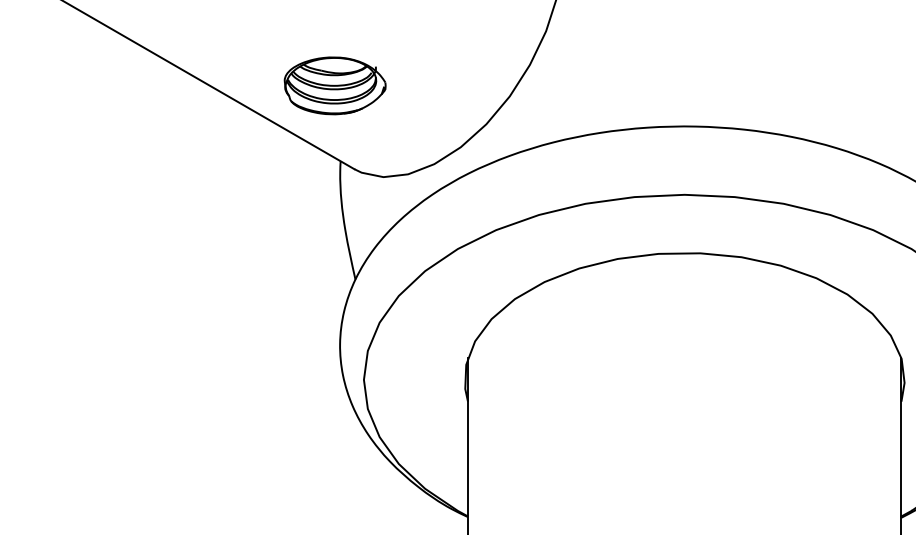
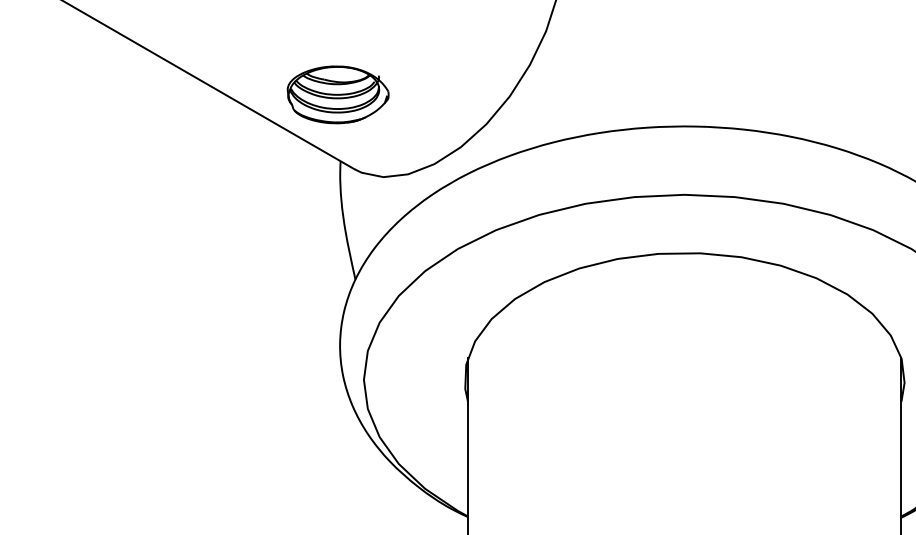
part at (334, 85) position: (334, 85) -> (337, 94)
